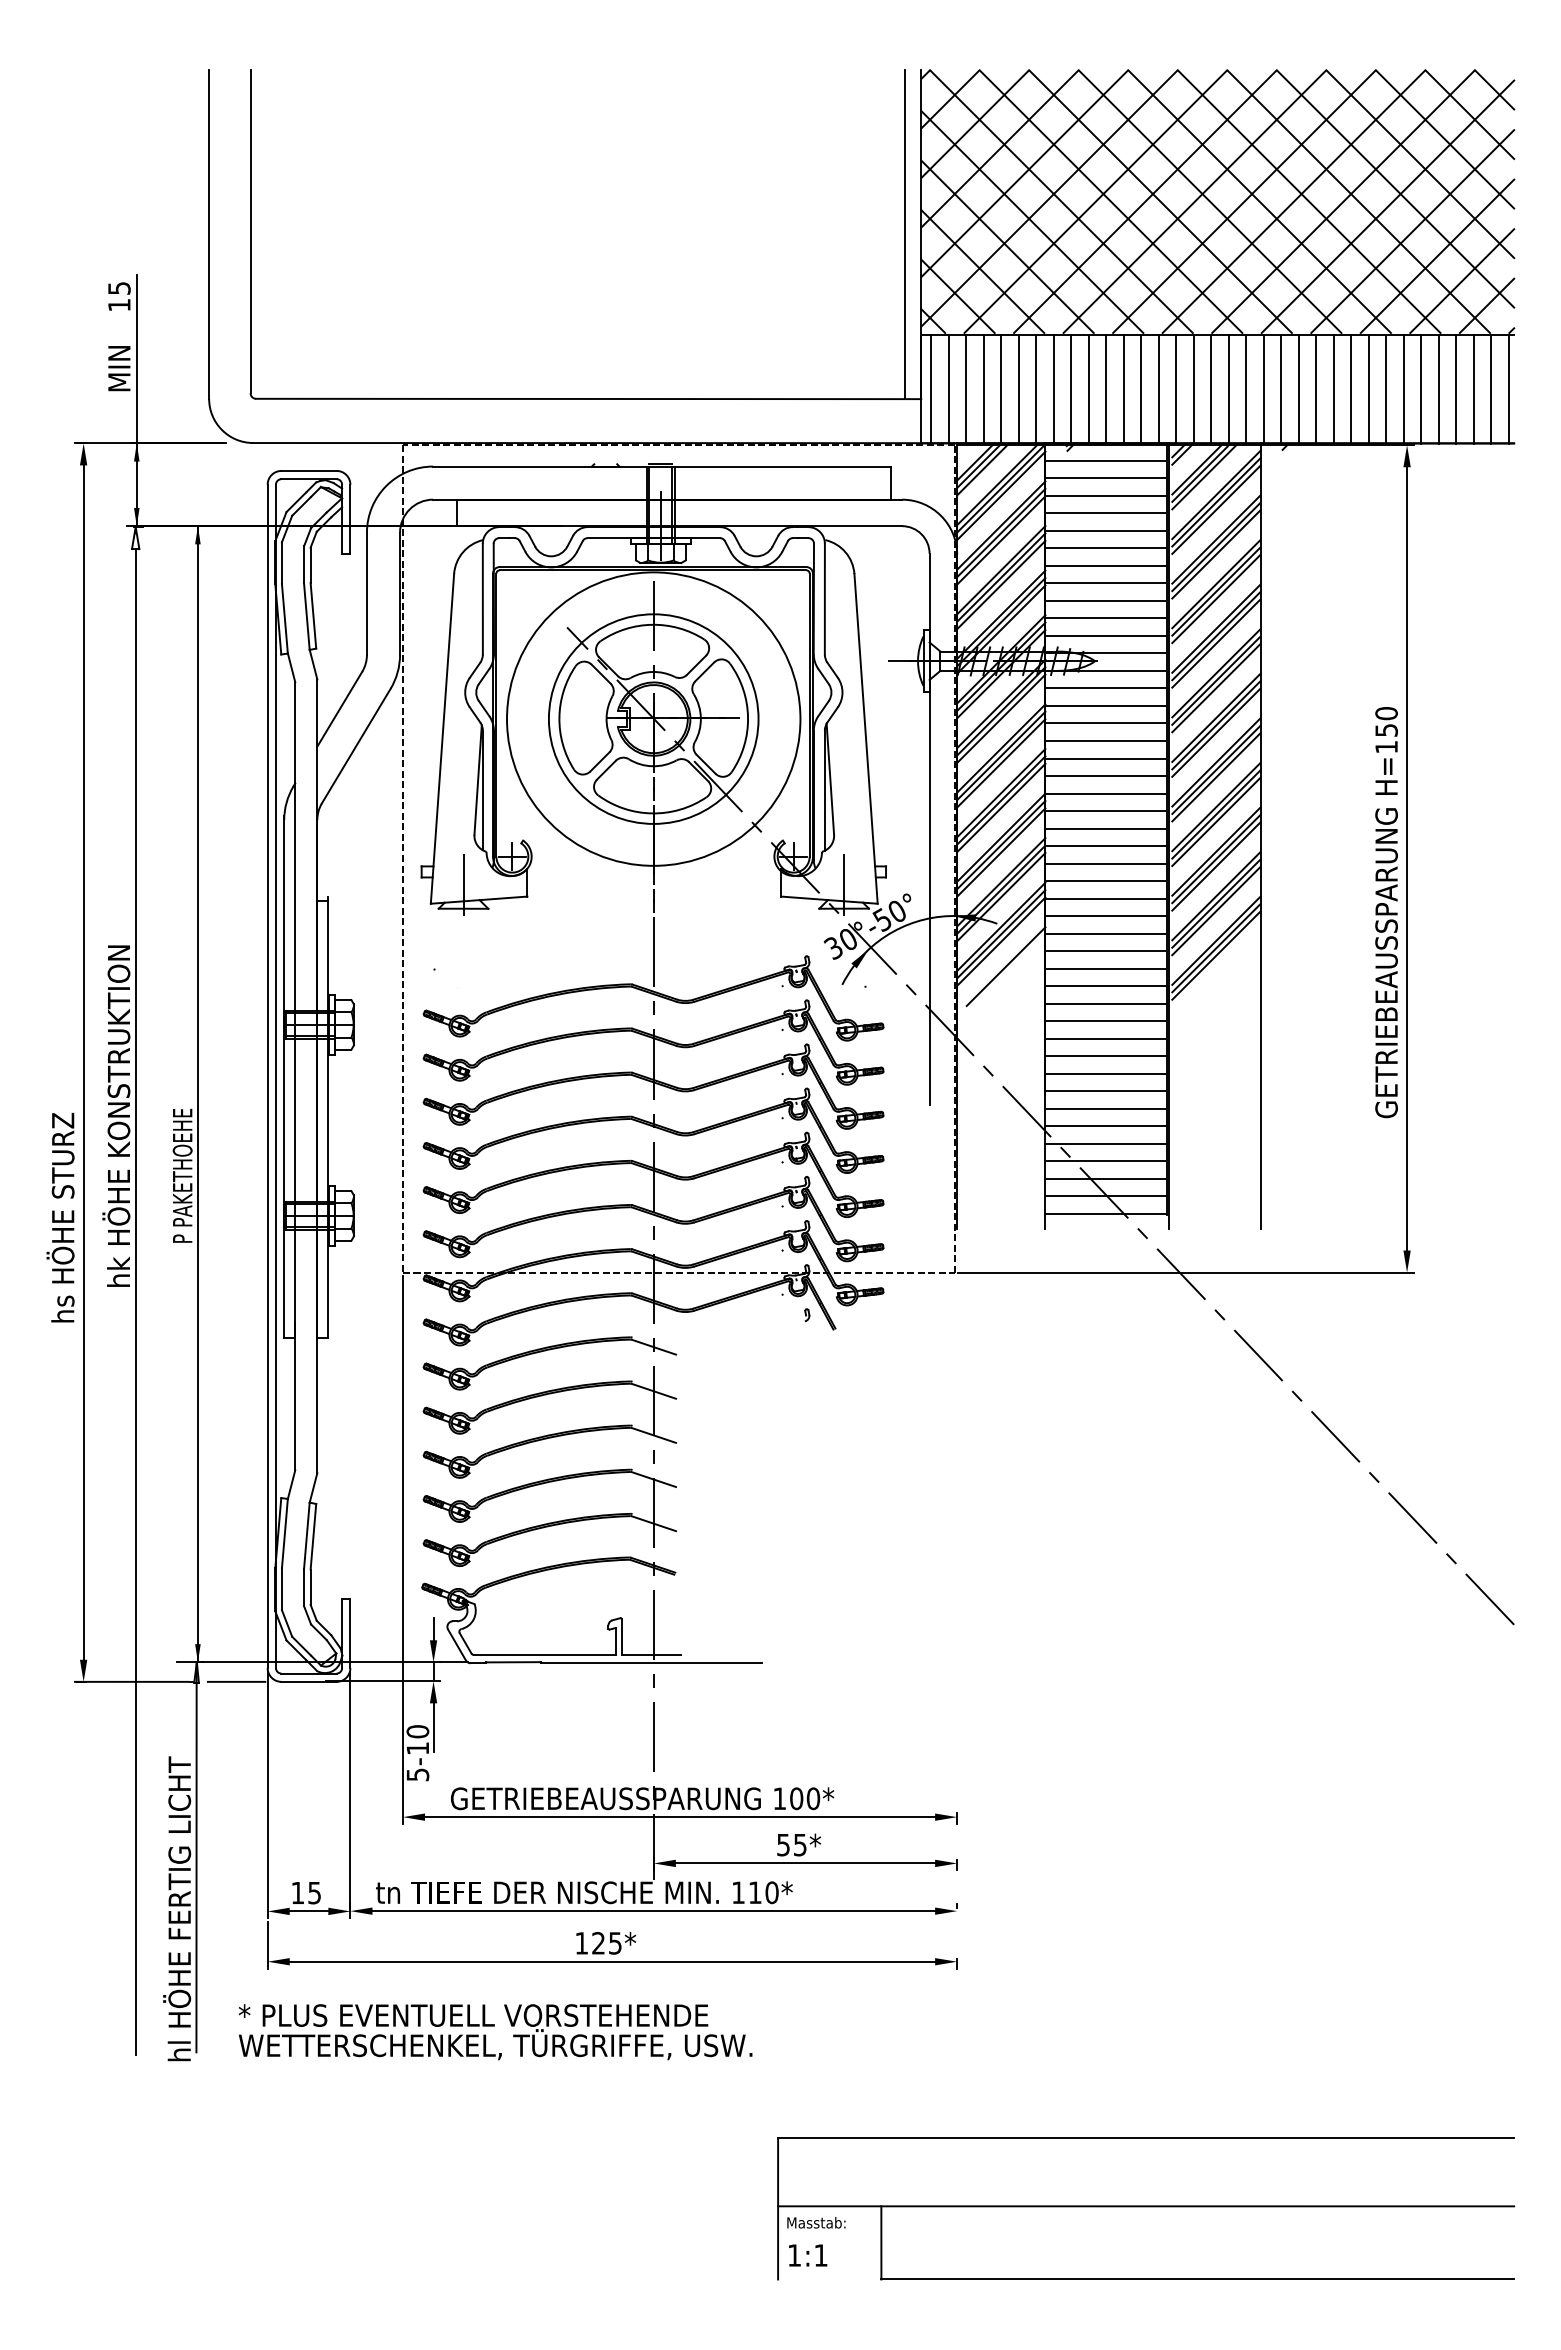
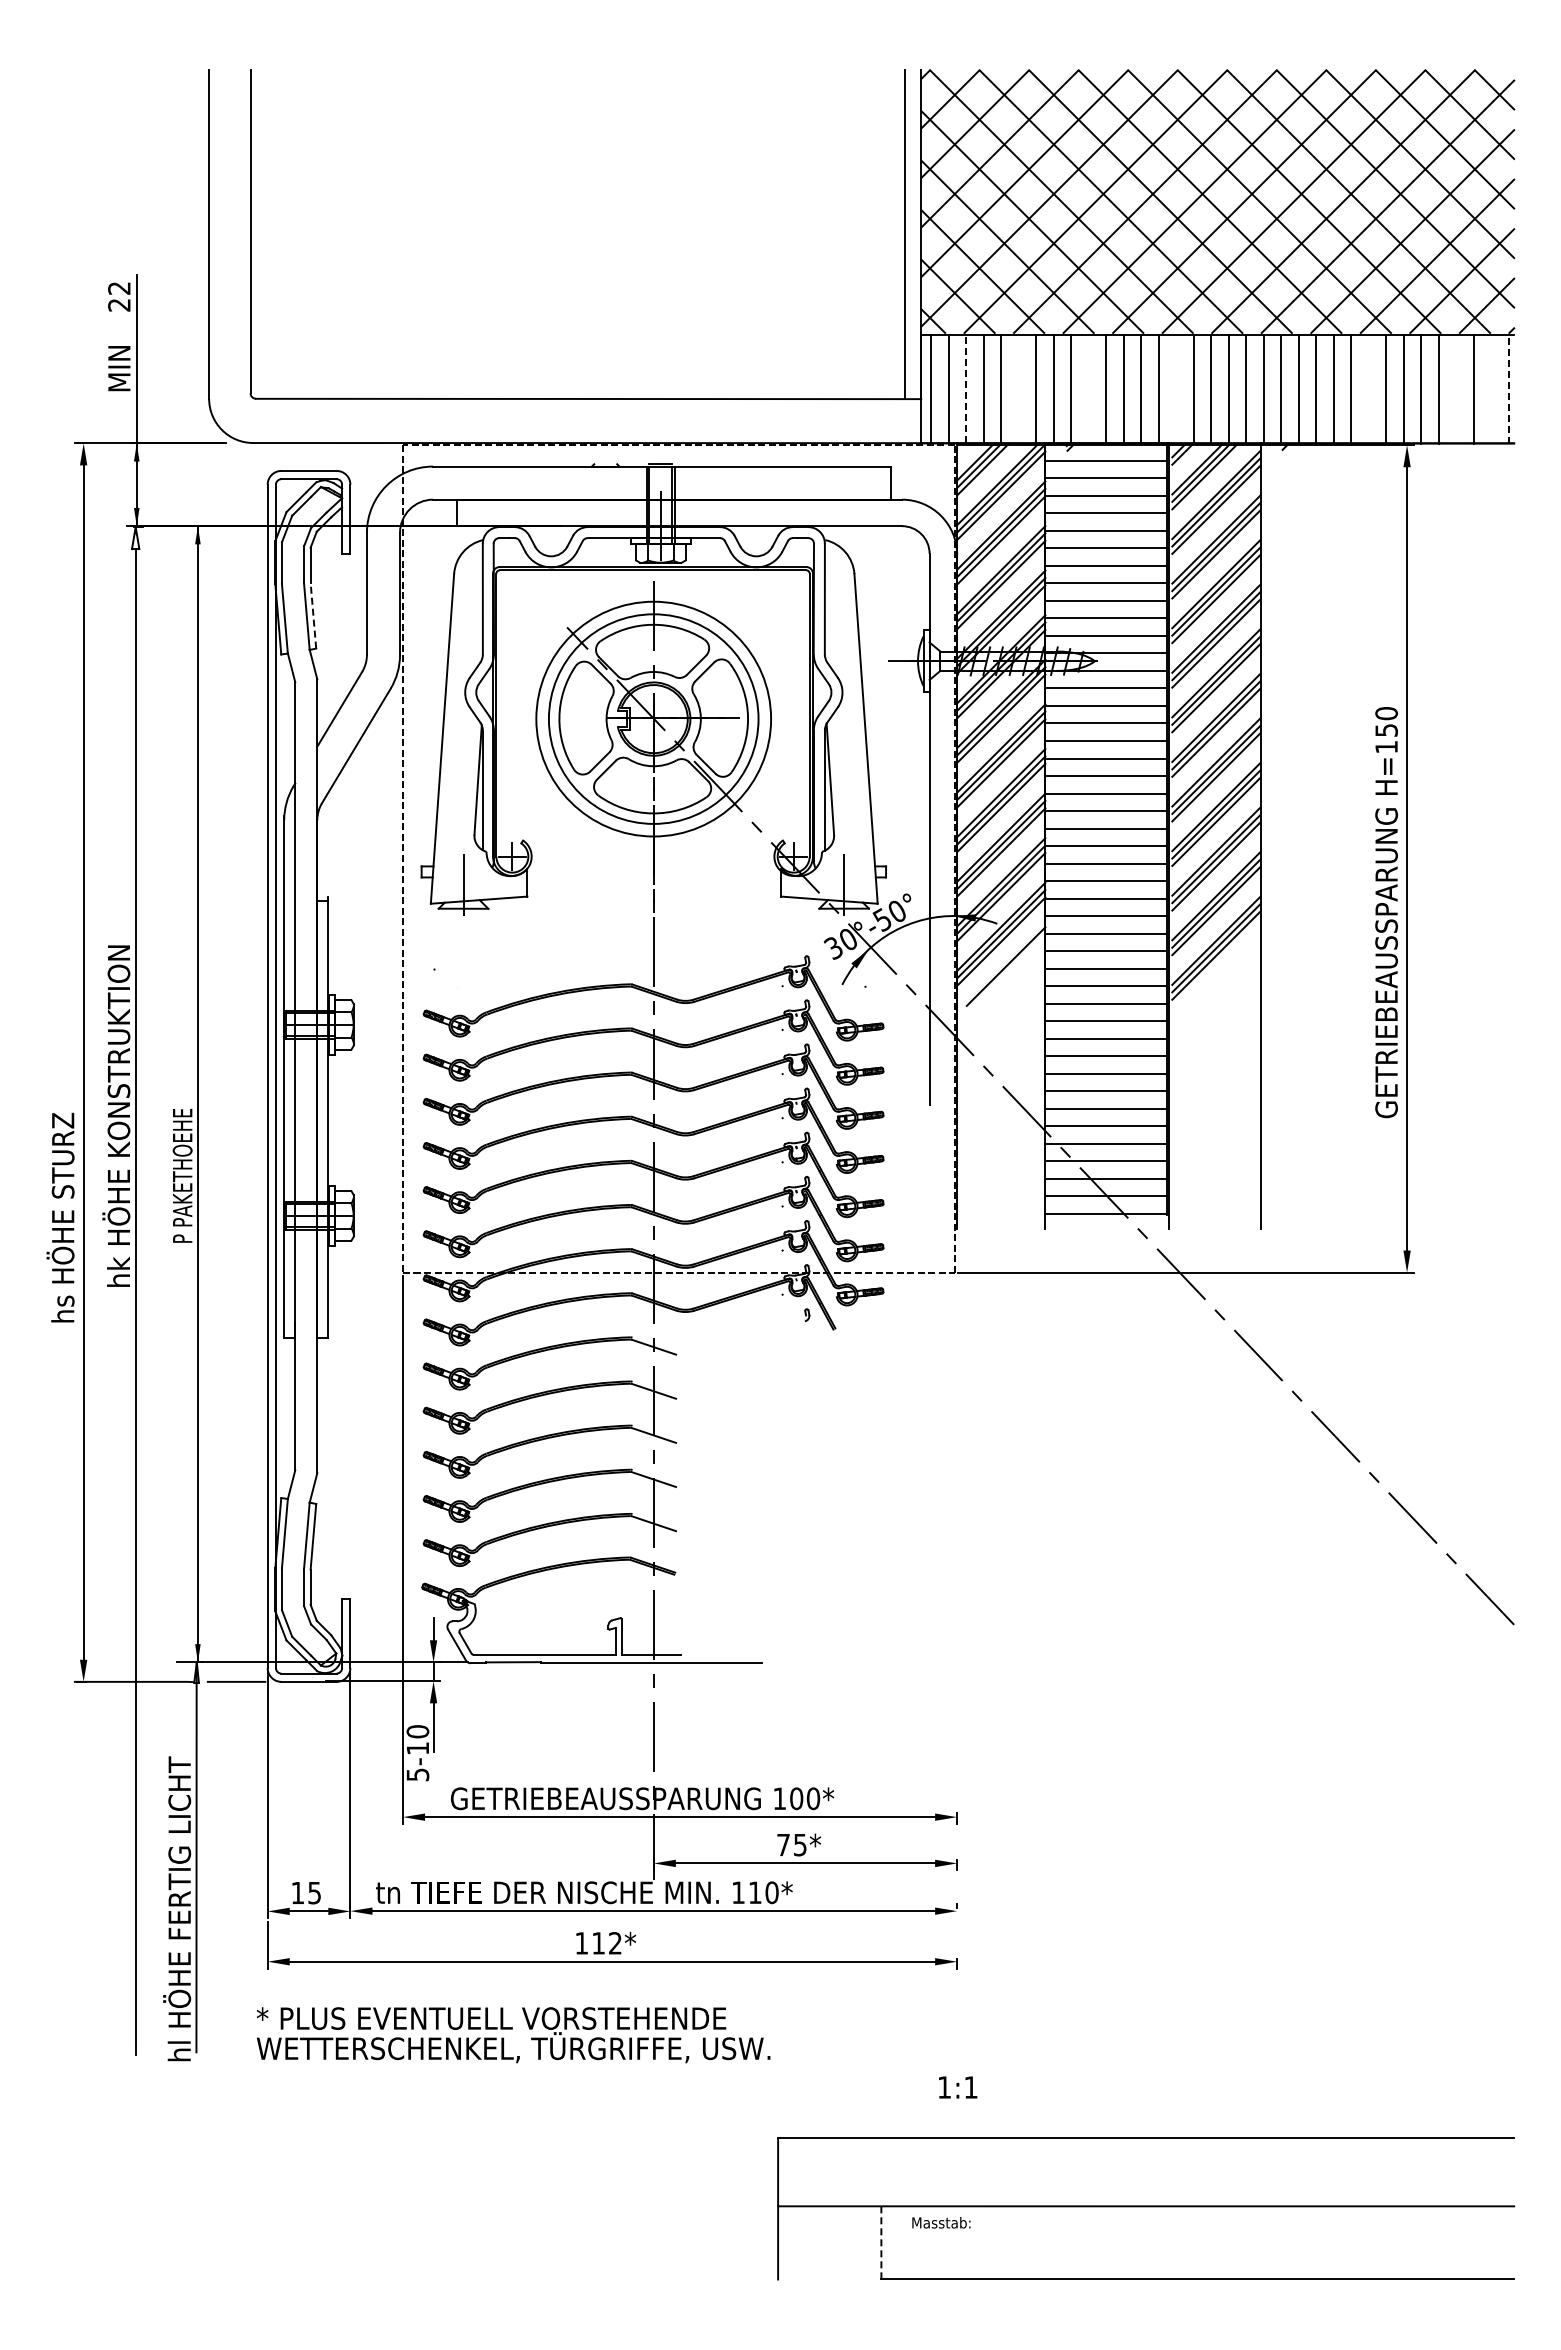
text at (119, 296): 15 -> 22
line at (966, 388): solid -> dashed
line at (1508, 388): solid -> dashed
line at (1018, 389): present -> none
line at (1088, 389): present -> none
line at (1176, 389): present -> none
line at (1368, 389): present -> none
line at (1456, 389): present -> none
line at (1491, 389): present -> none
line at (313, 615): solid -> dashed
circle at (653, 718) diameter: 293 px -> 235 px
text at (783, 1845): 55* -> 75*
text at (606, 1943): 125* -> 112*
text at (495, 2032) position: (495, 2032) -> (513, 2035)
text at (816, 2222) position: (816, 2222) -> (941, 2222)
line at (881, 2242): solid -> dashed
text at (808, 2255) position: (808, 2255) -> (958, 2087)
